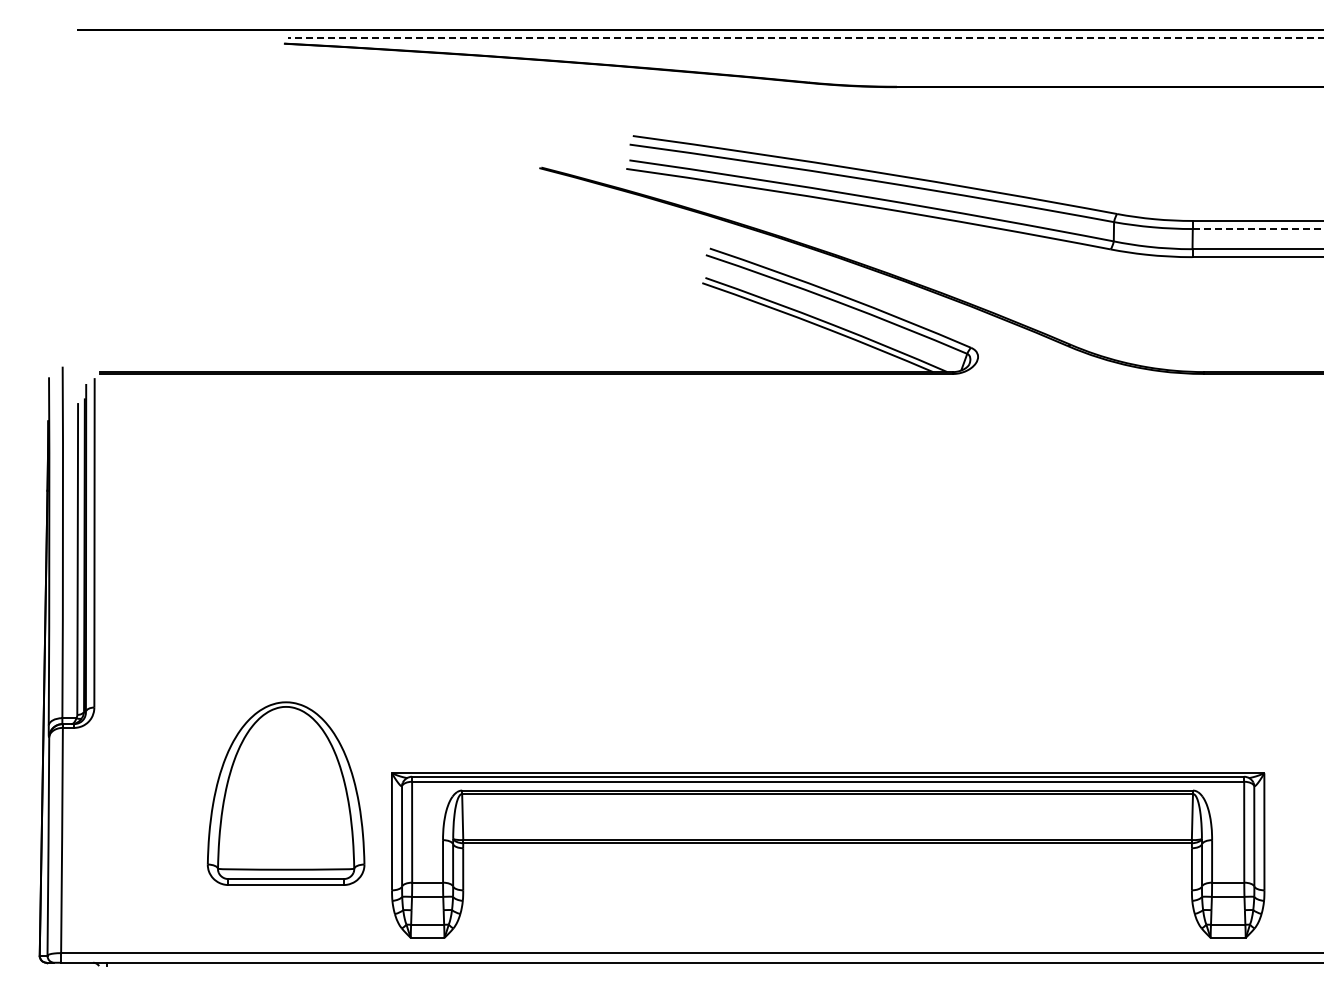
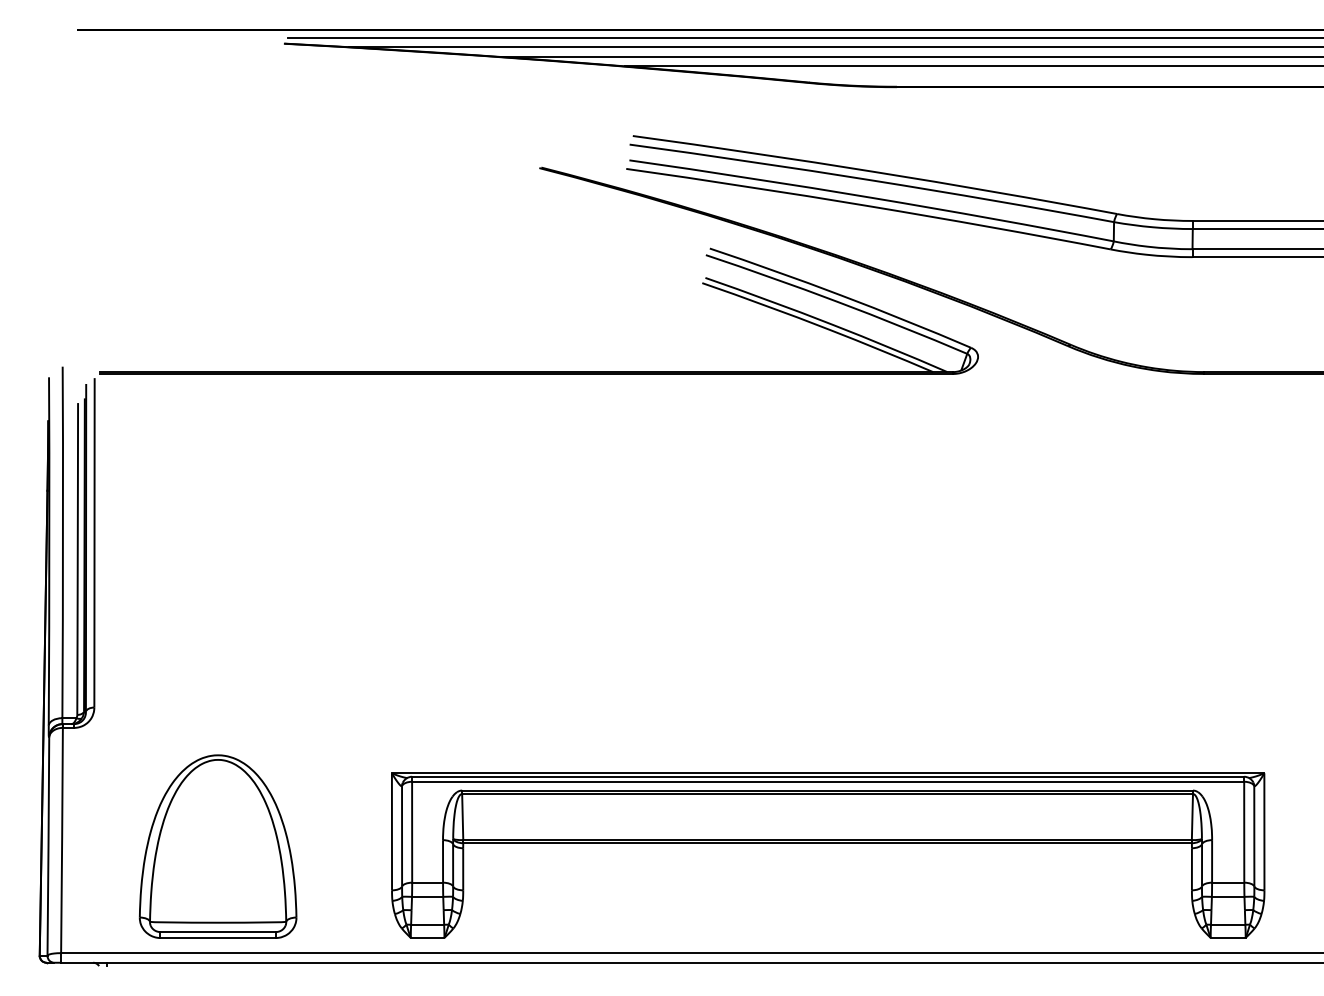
line at (805, 38): dashed -> solid
line at (834, 47): none -> present
line at (911, 57): none -> present
line at (972, 66): none -> present
line at (1258, 229): dashed -> solid
part at (285, 793) position: (285, 793) -> (217, 846)
